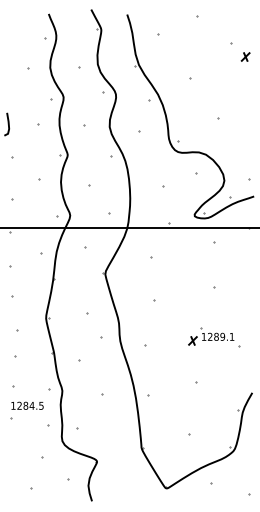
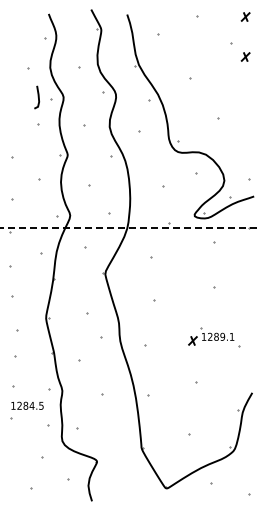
part at (245, 16): none -> present
line at (7, 124) position: (7, 124) -> (37, 97)
line at (129, 228): solid -> dashed
